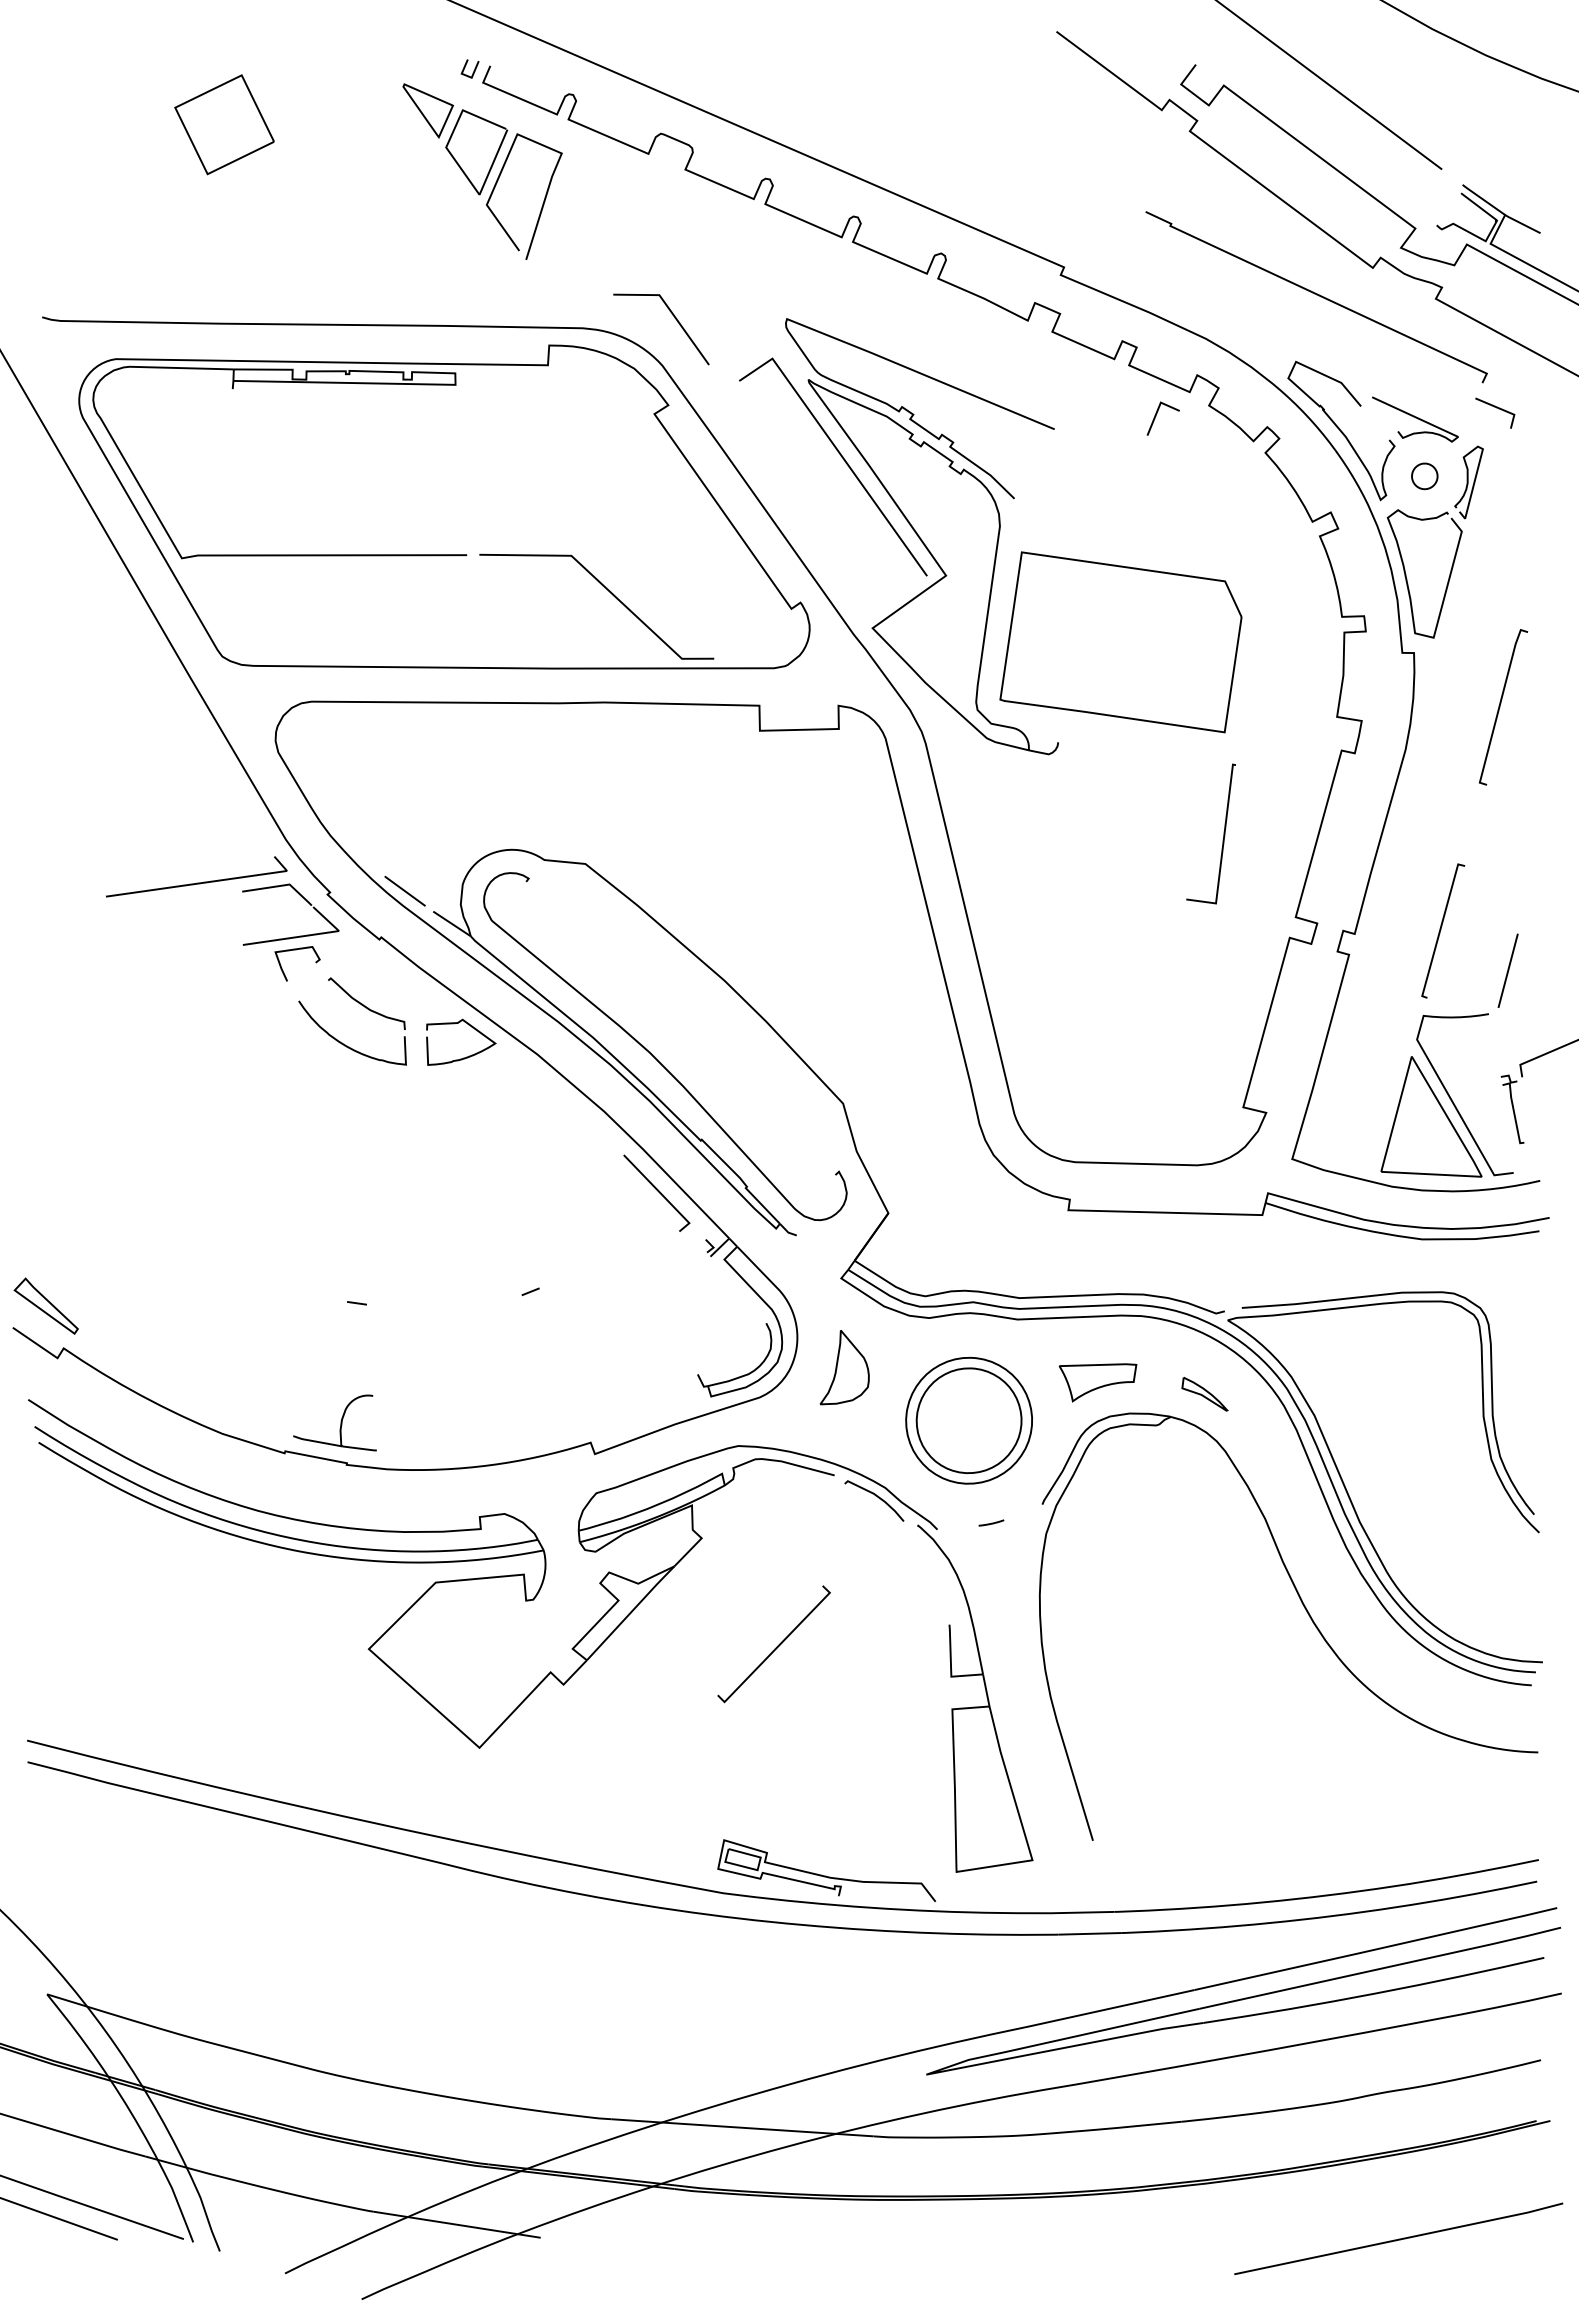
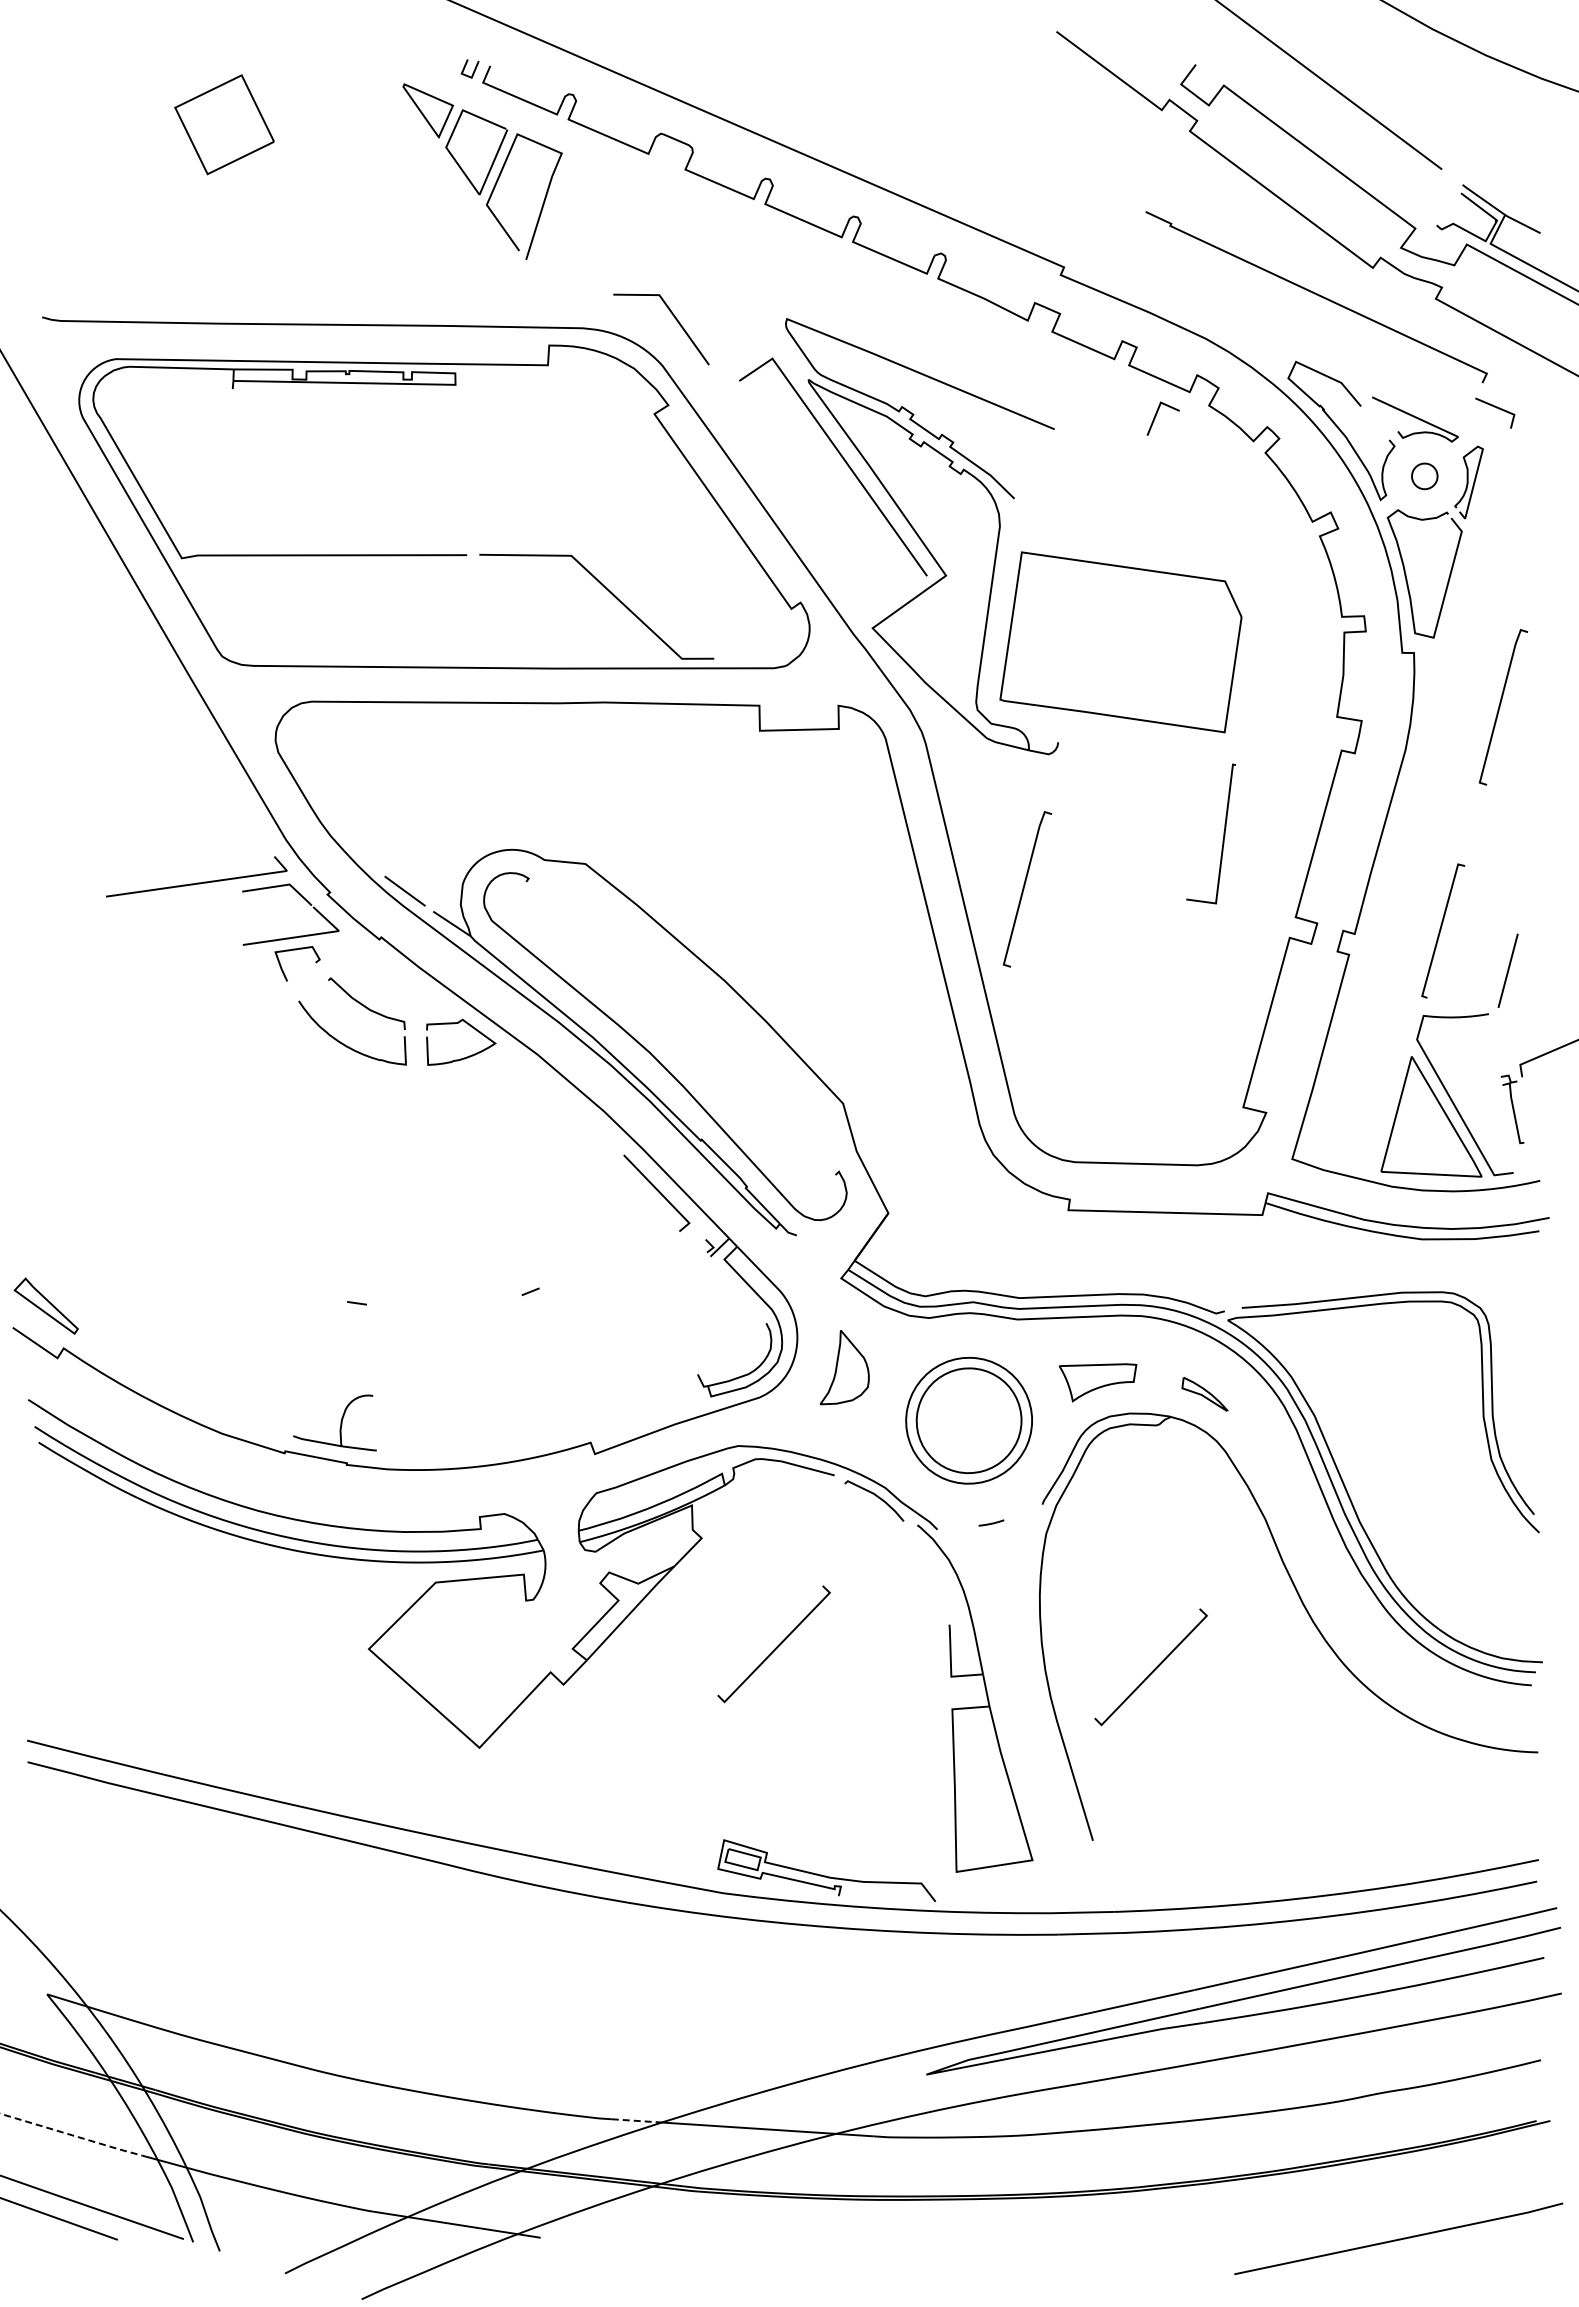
line at (1024, 889): none -> present
curve at (1153, 1669): none -> present
line at (637, 2120): solid -> dashed
line at (74, 2135): solid -> dashed
